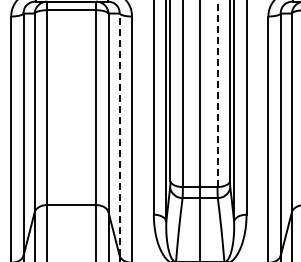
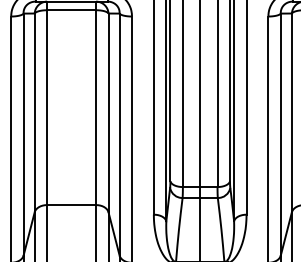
line at (217, 93): dashed -> solid
line at (119, 134): dashed -> solid
